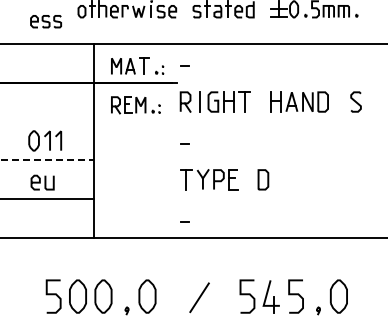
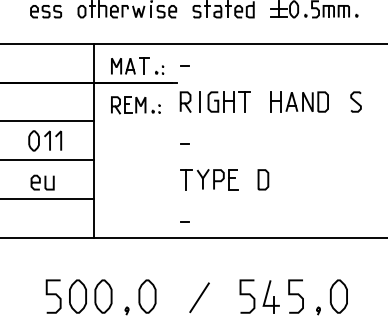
part at (45, 21) position: (45, 21) -> (45, 11)
line at (47, 121): none -> present
line at (46, 160): dashed -> solid
